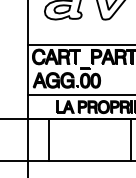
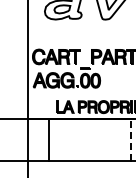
line at (80, 44): present -> none
line at (80, 94): present -> none
line at (131, 139): solid -> dashed
